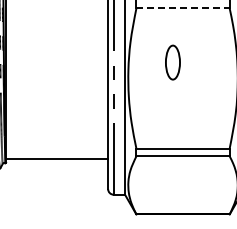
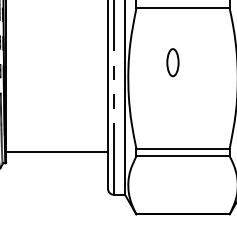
line at (183, 8): dashed -> solid
part at (172, 62) size: 16x37 px -> 14x30 px
line at (57, 158) position: (57, 158) -> (57, 151)
